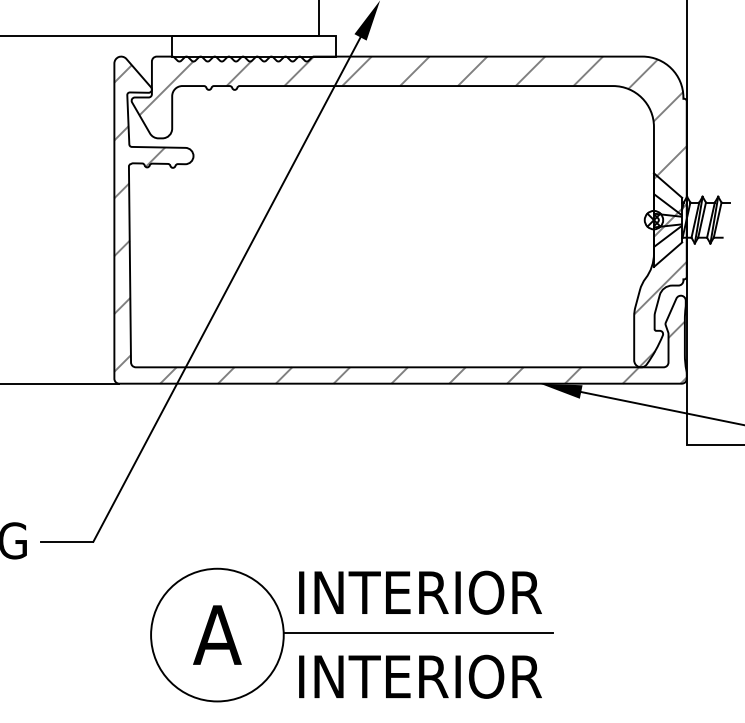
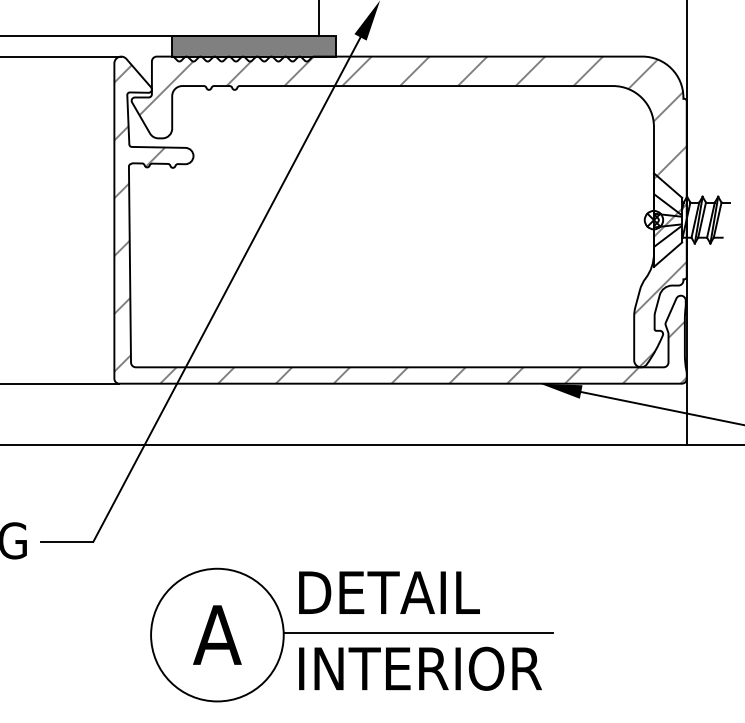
fill at (253, 46): none -> present
line at (61, 56): none -> present
line at (344, 445): none -> present
text at (422, 592): INTERIOR -> DETAIL
text at (420, 676) position: (420, 676) -> (420, 668)
